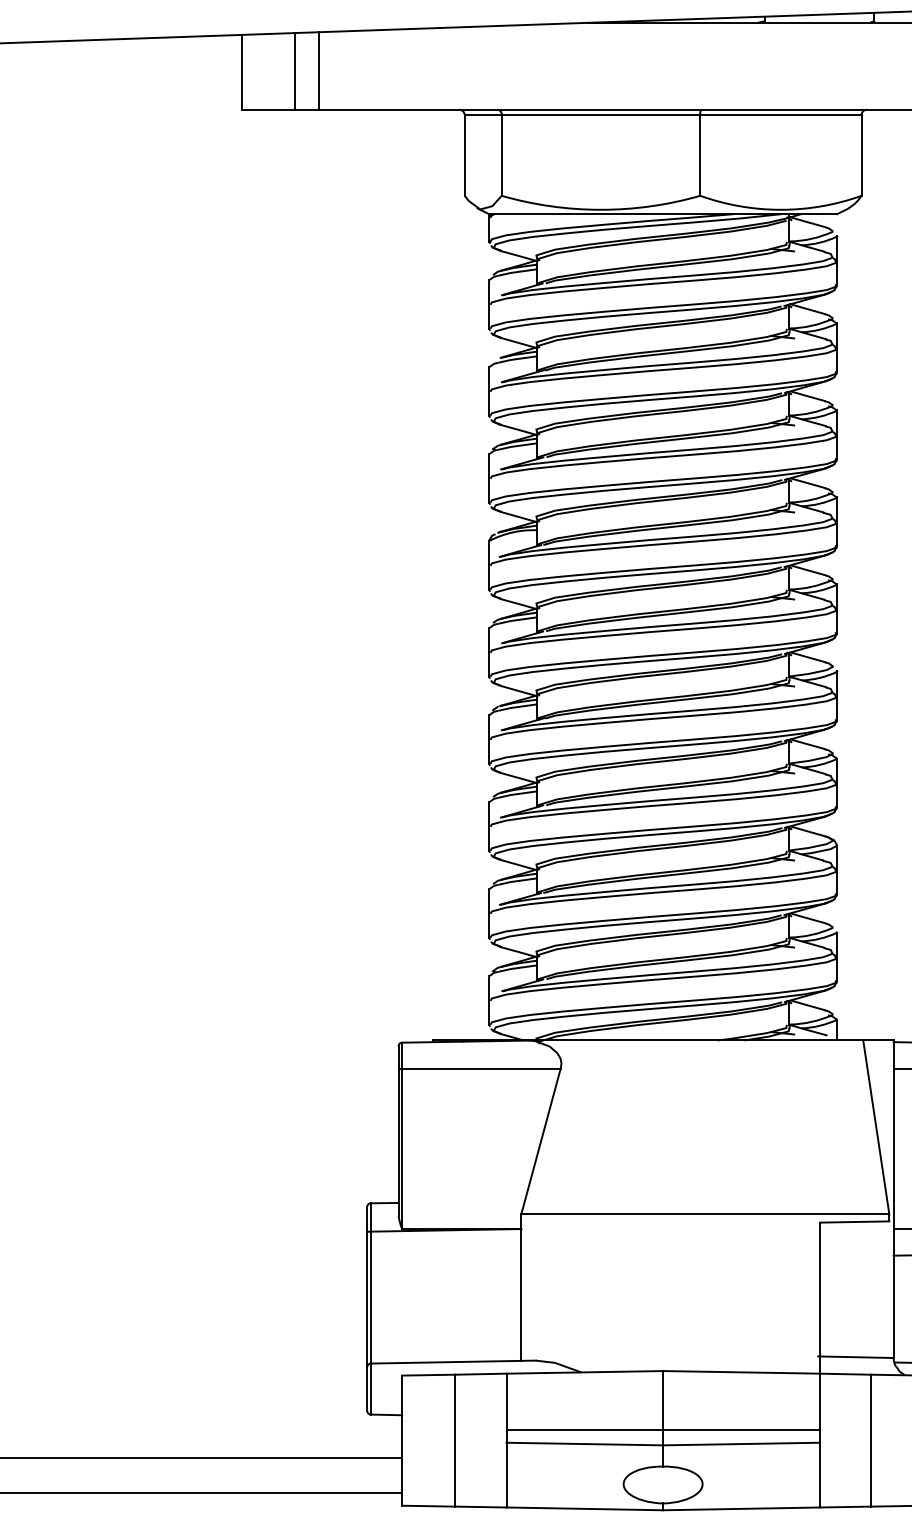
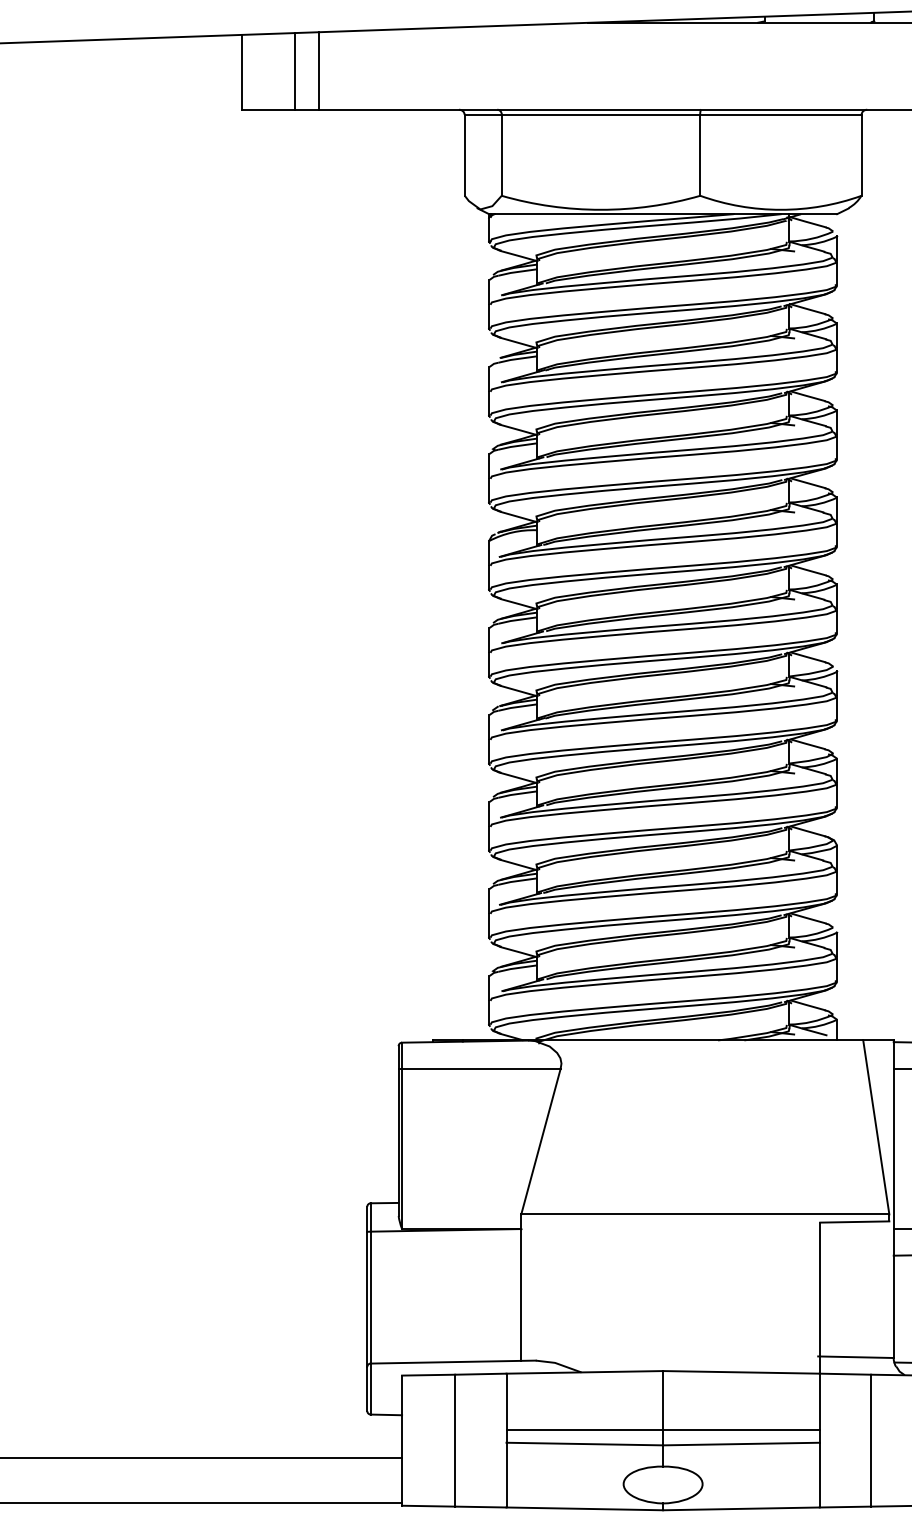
line at (202, 1492) position: (202, 1492) -> (202, 1502)
